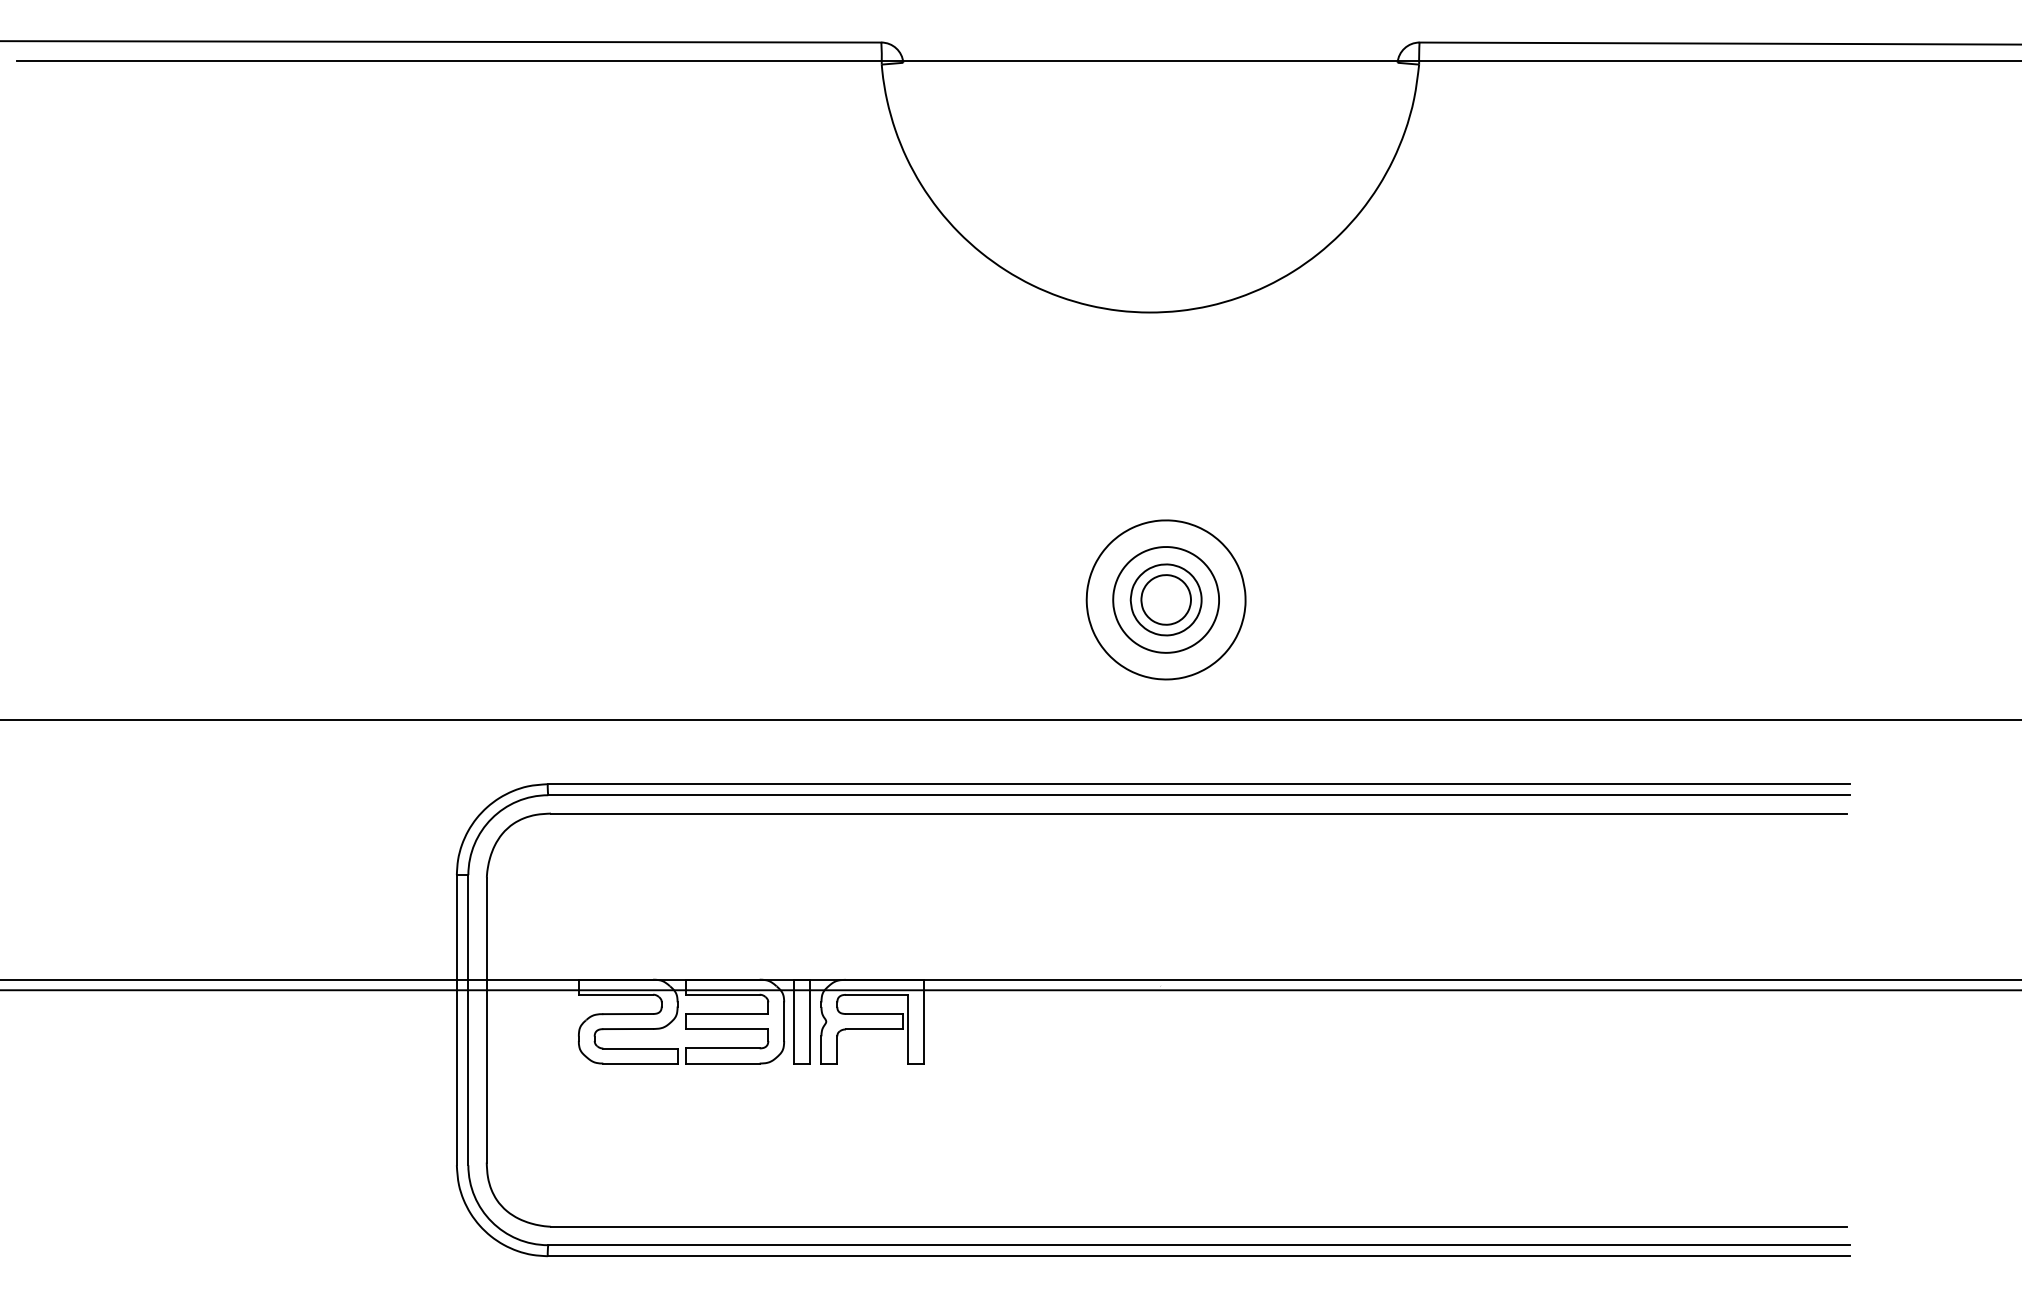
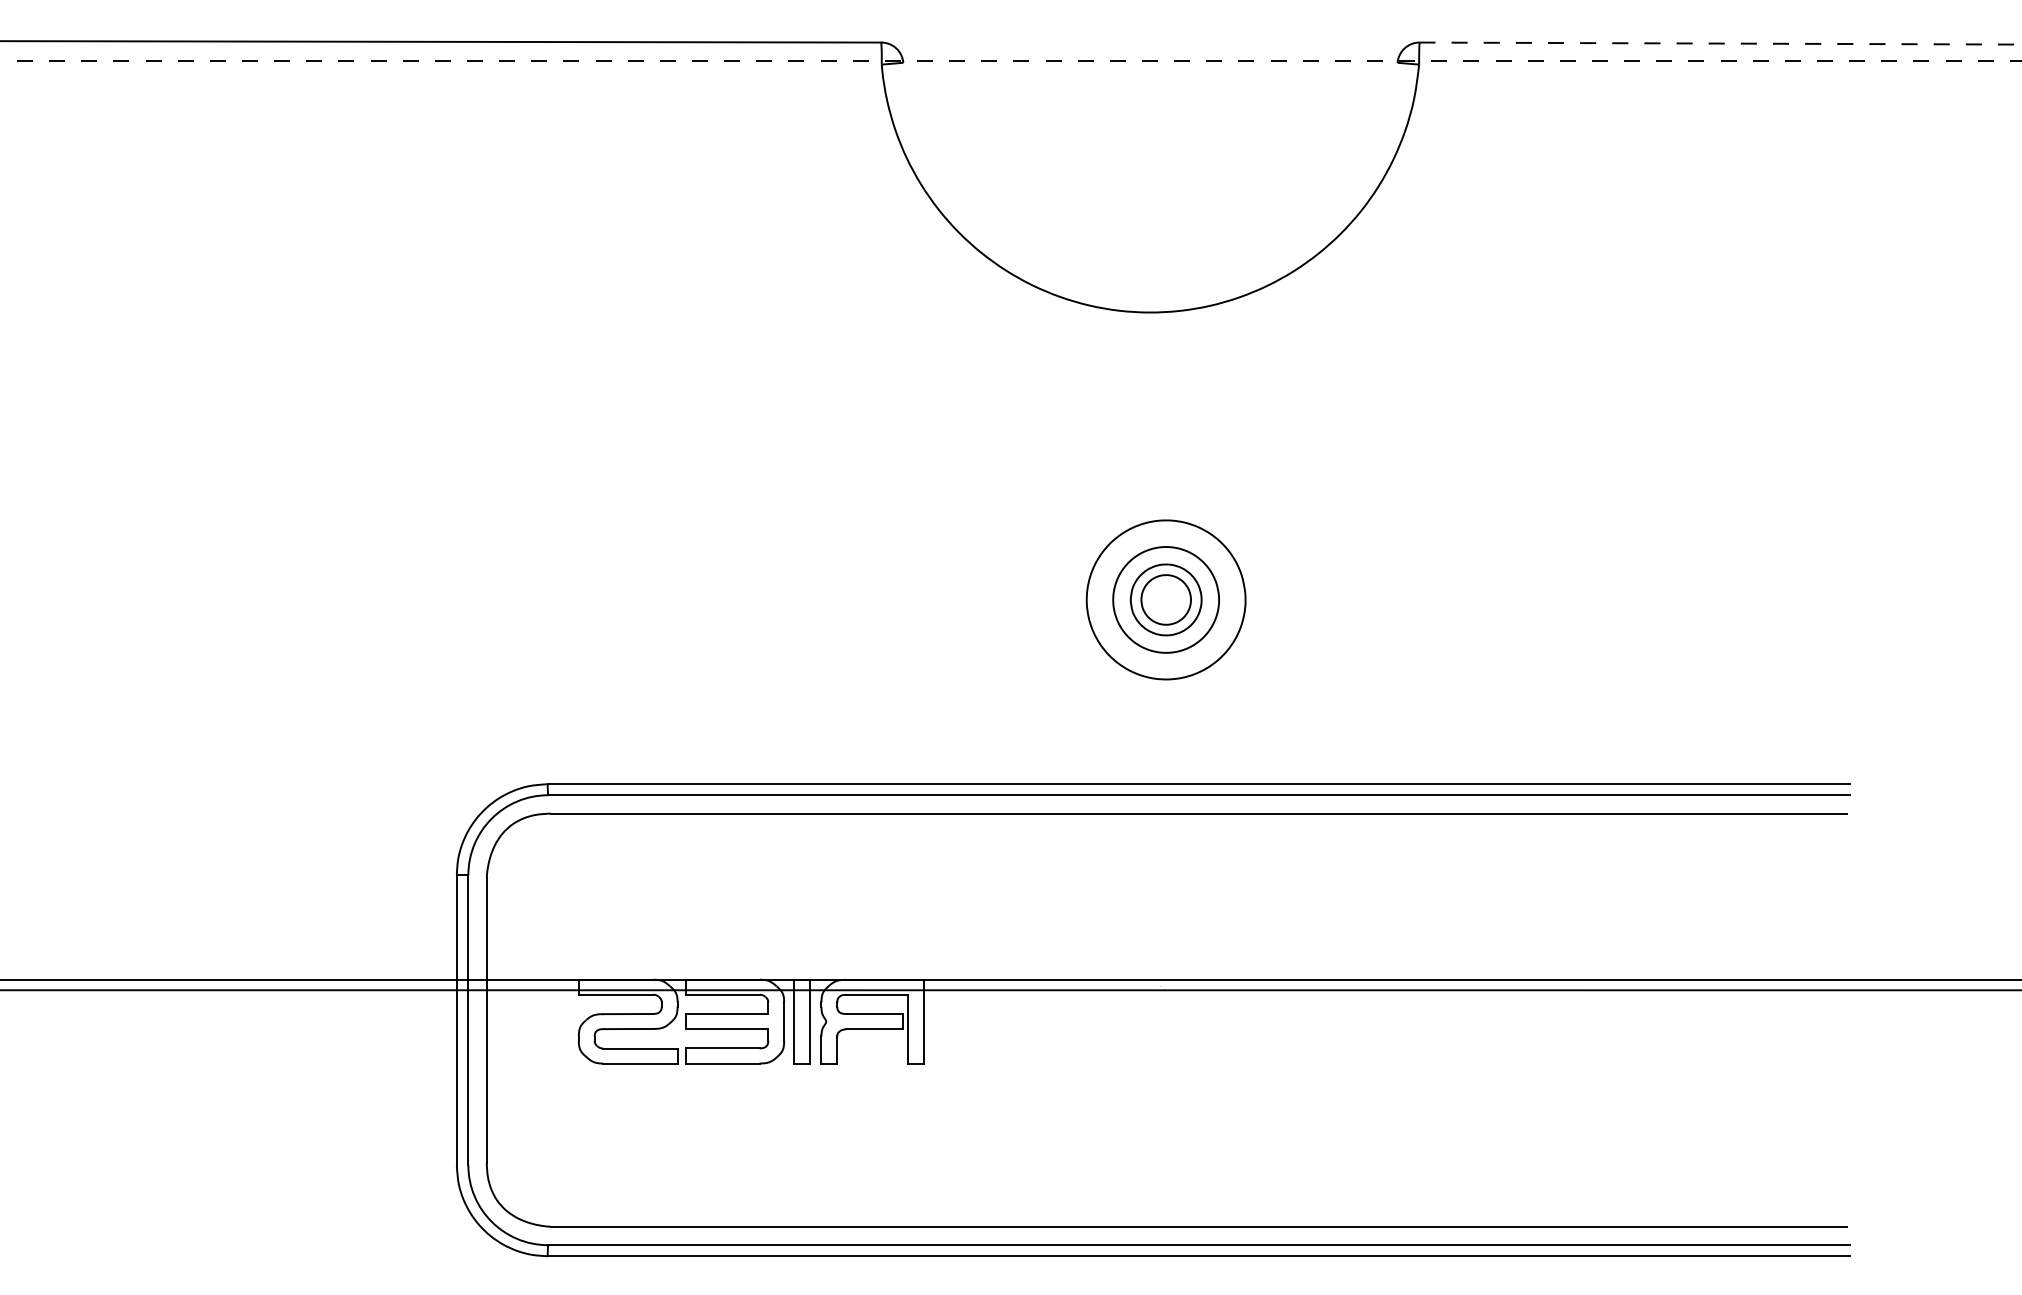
line at (1720, 43): solid -> dashed
line at (1019, 60): solid -> dashed
line at (1010, 719): present -> none
